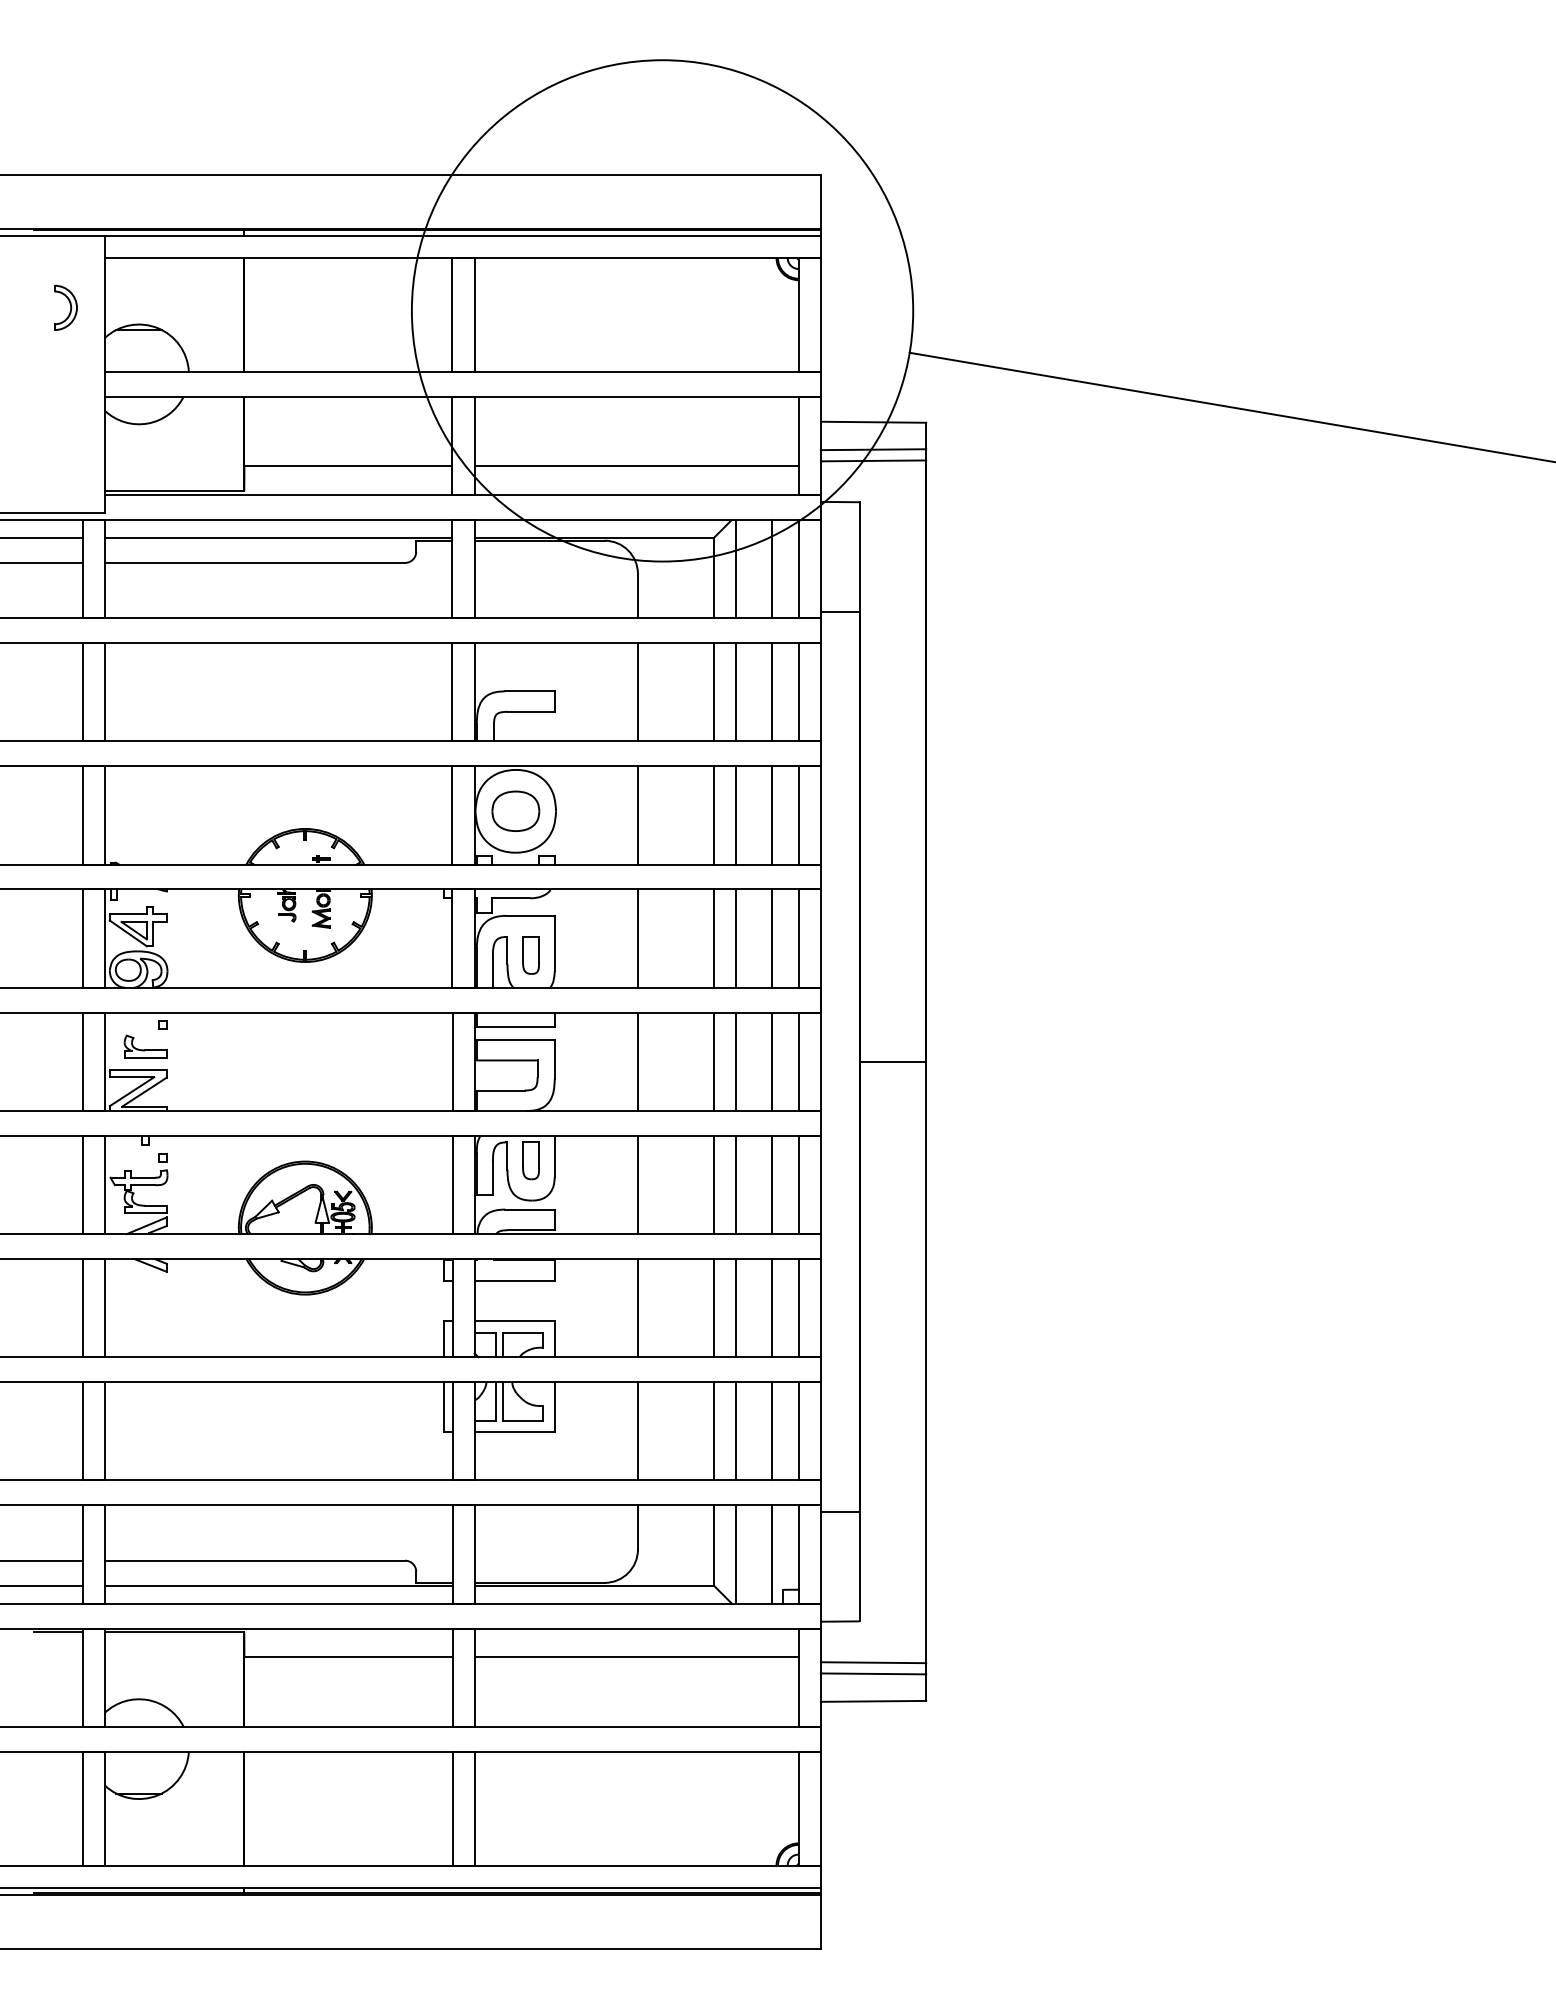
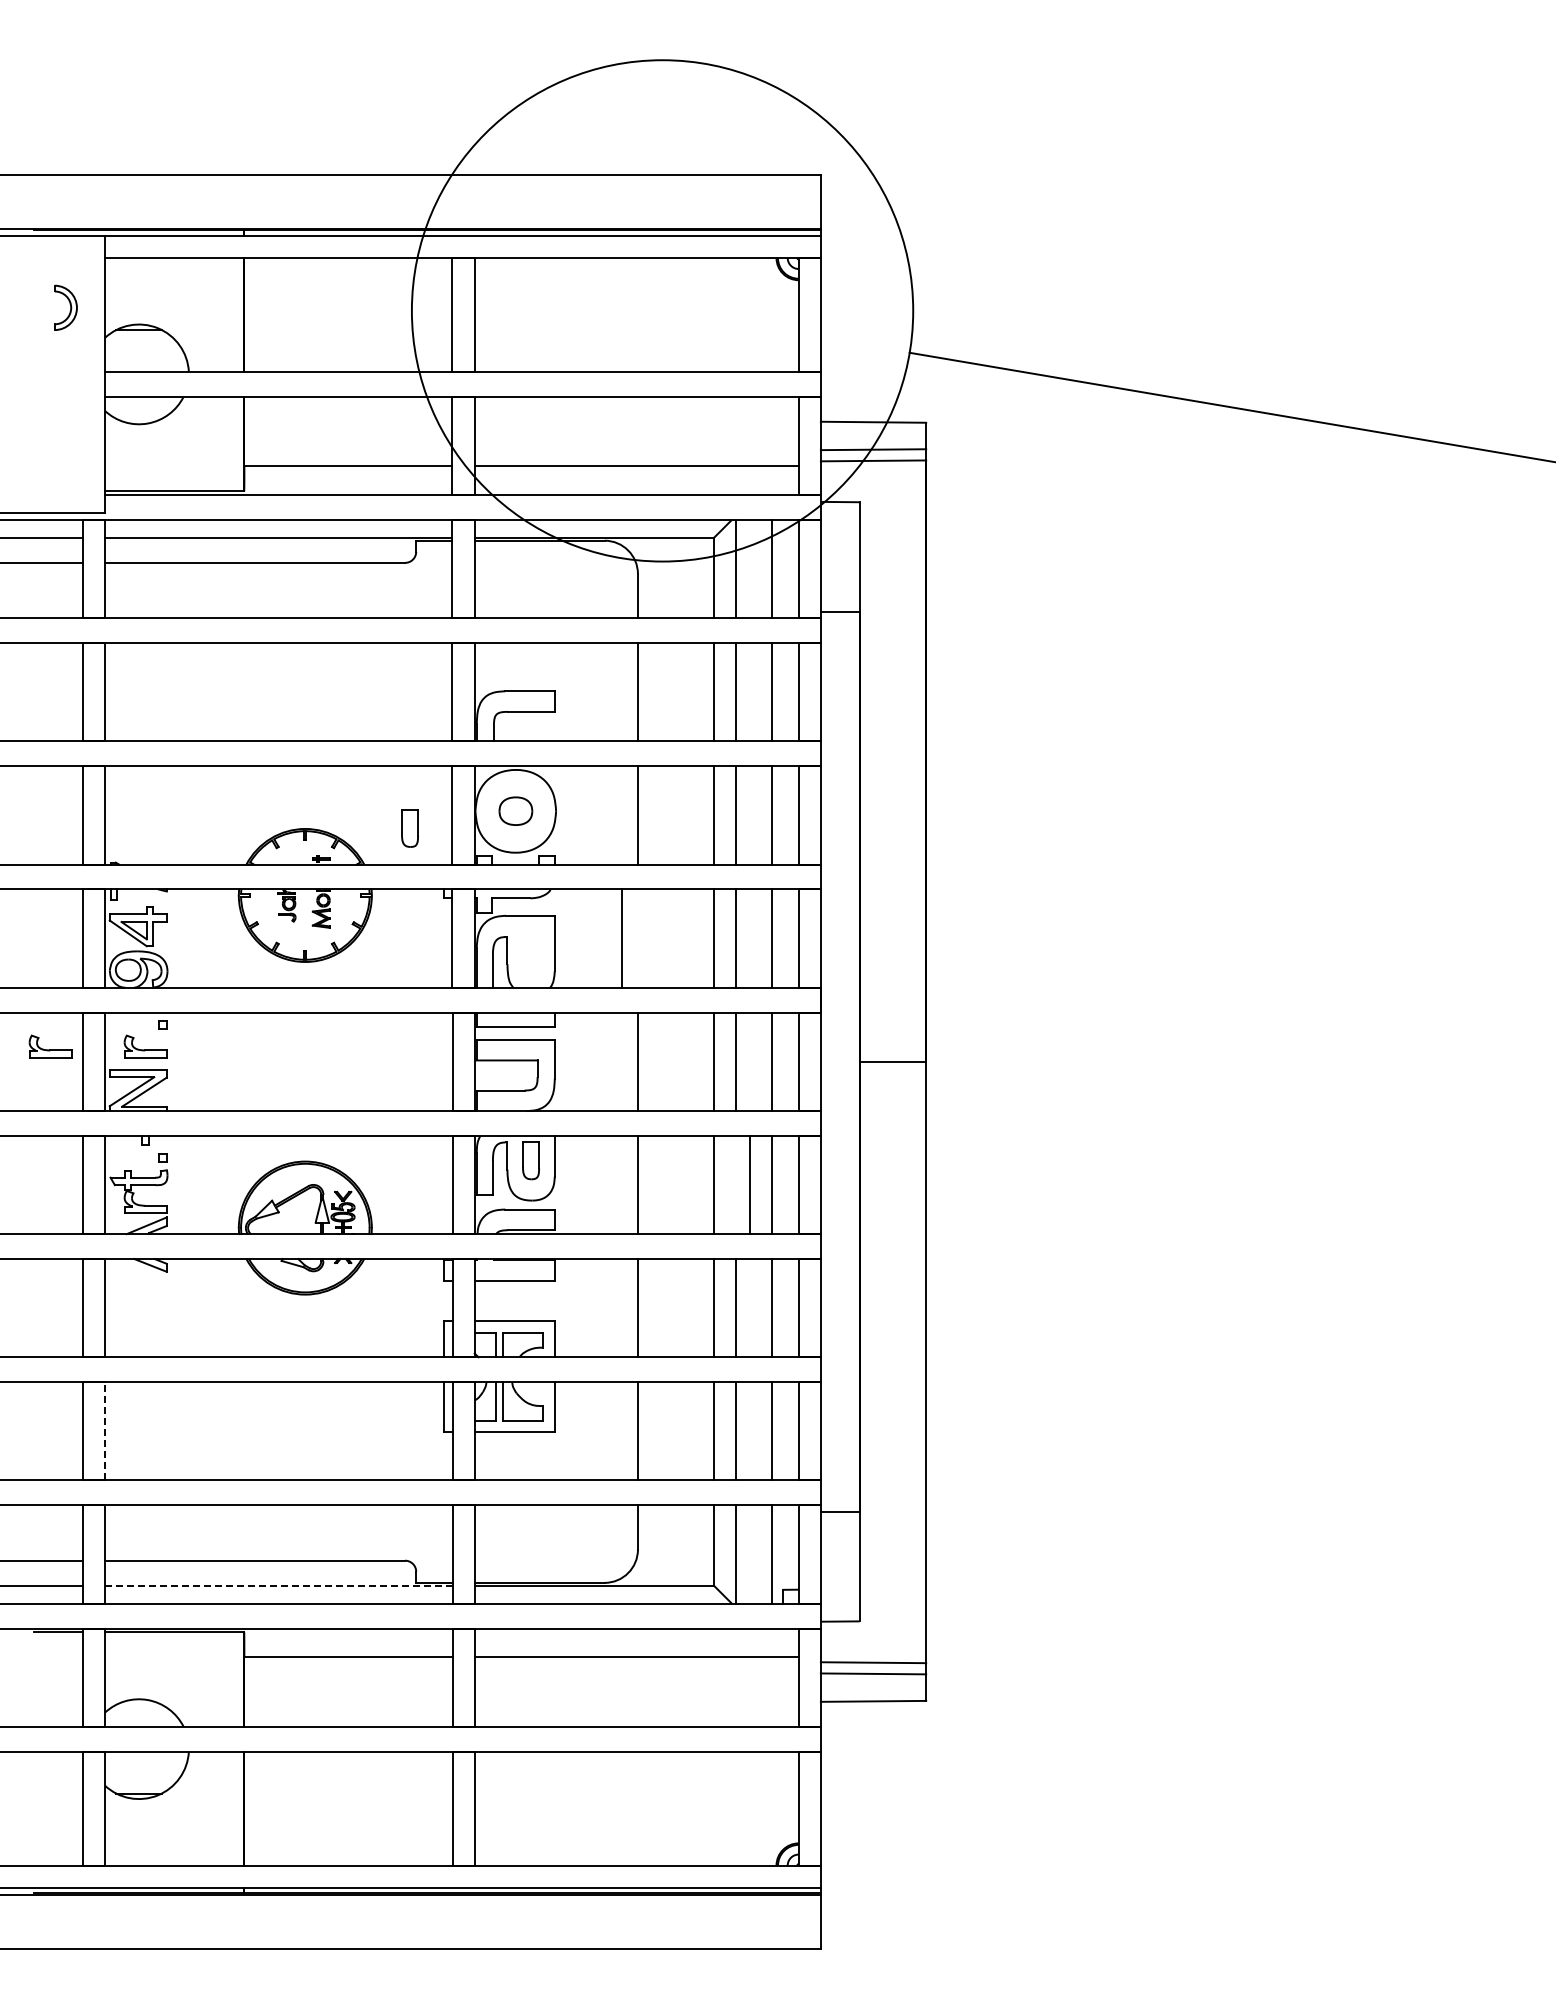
part at (515, 810) size: 50x42 px -> 36x30 px
line at (637, 938) position: (637, 938) -> (621, 938)
part at (530, 955) position: (530, 955) -> (409, 828)
part at (50, 1046): none -> present
line at (736, 1184) position: (736, 1184) -> (750, 1184)
line at (104, 1430): solid -> dashed
line at (278, 1585): solid -> dashed
